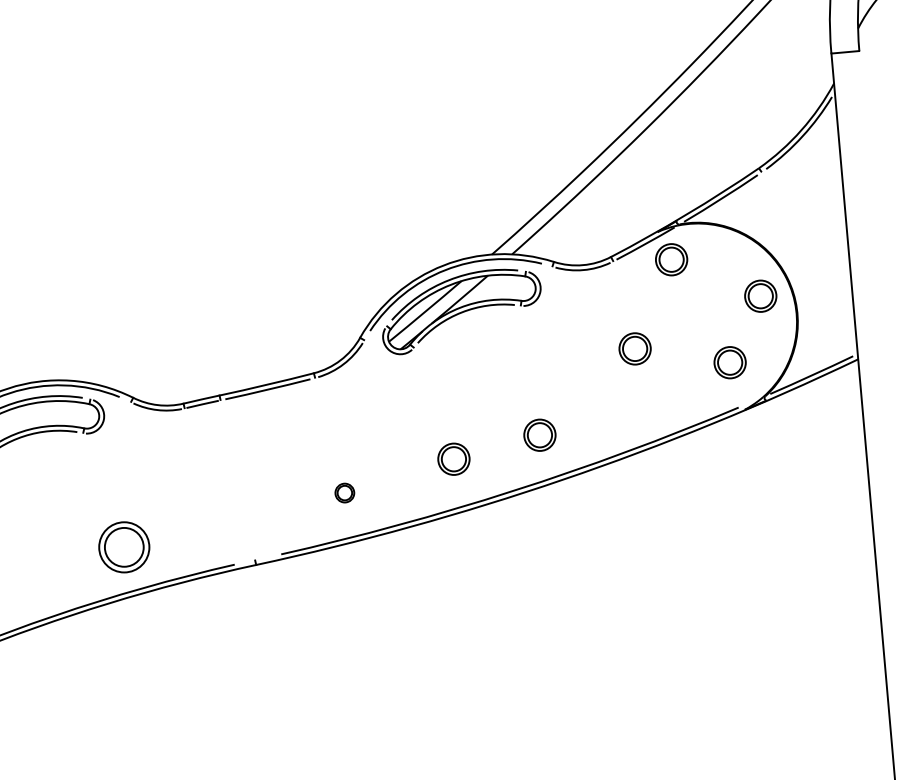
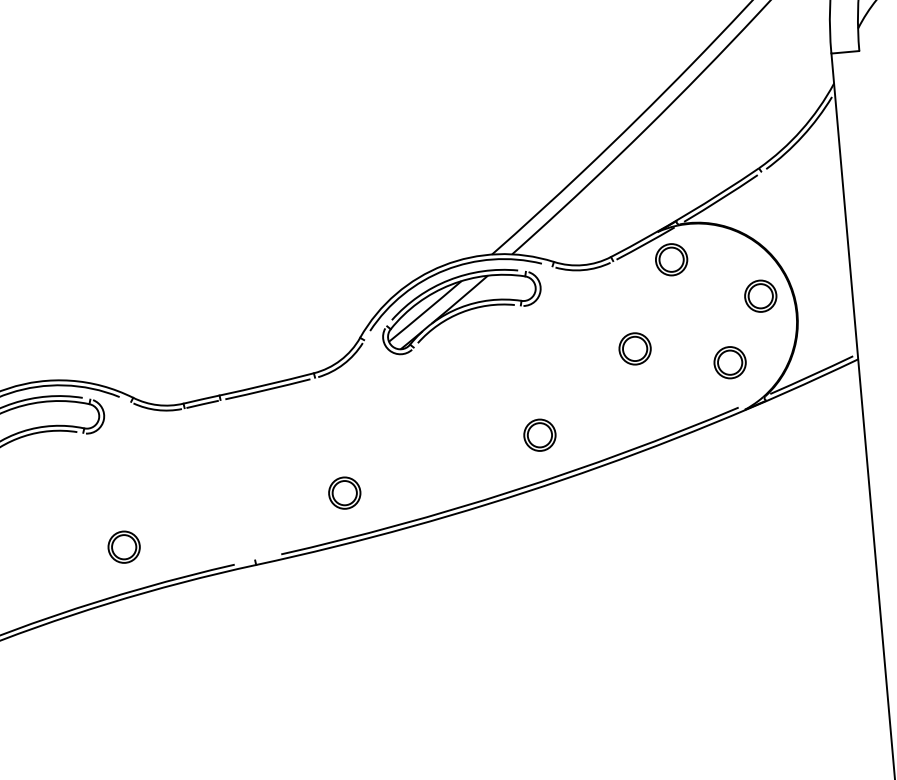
part at (453, 458): present -> none
part at (344, 492) size: 22x22 px -> 34x34 px
part at (124, 547) size: 53x53 px -> 34x34 px
